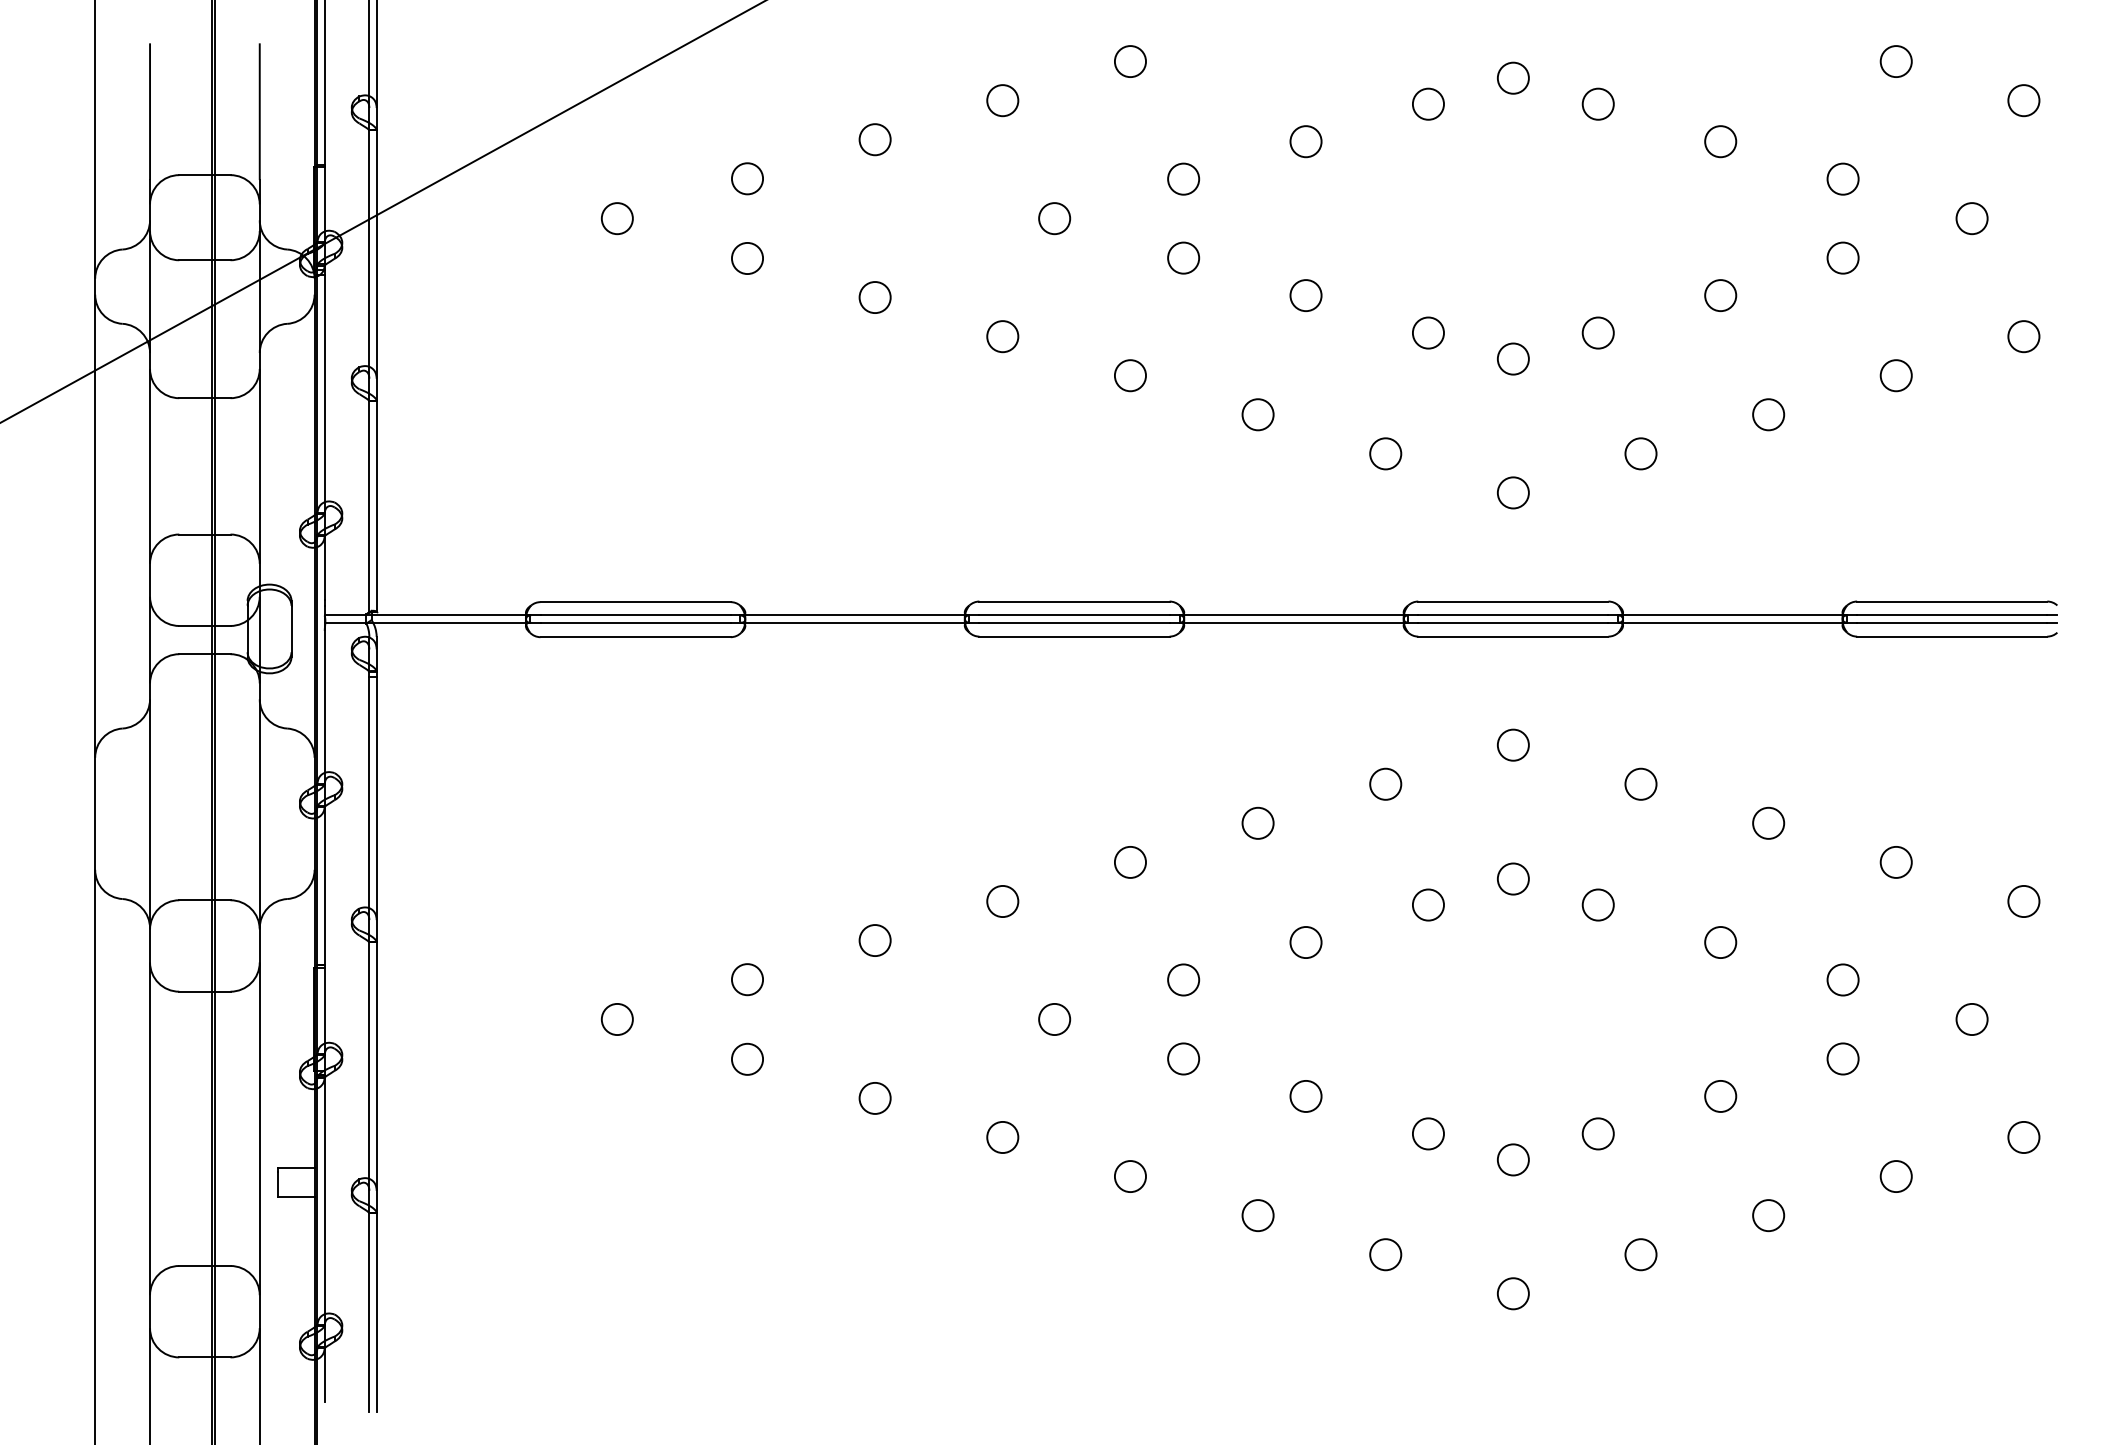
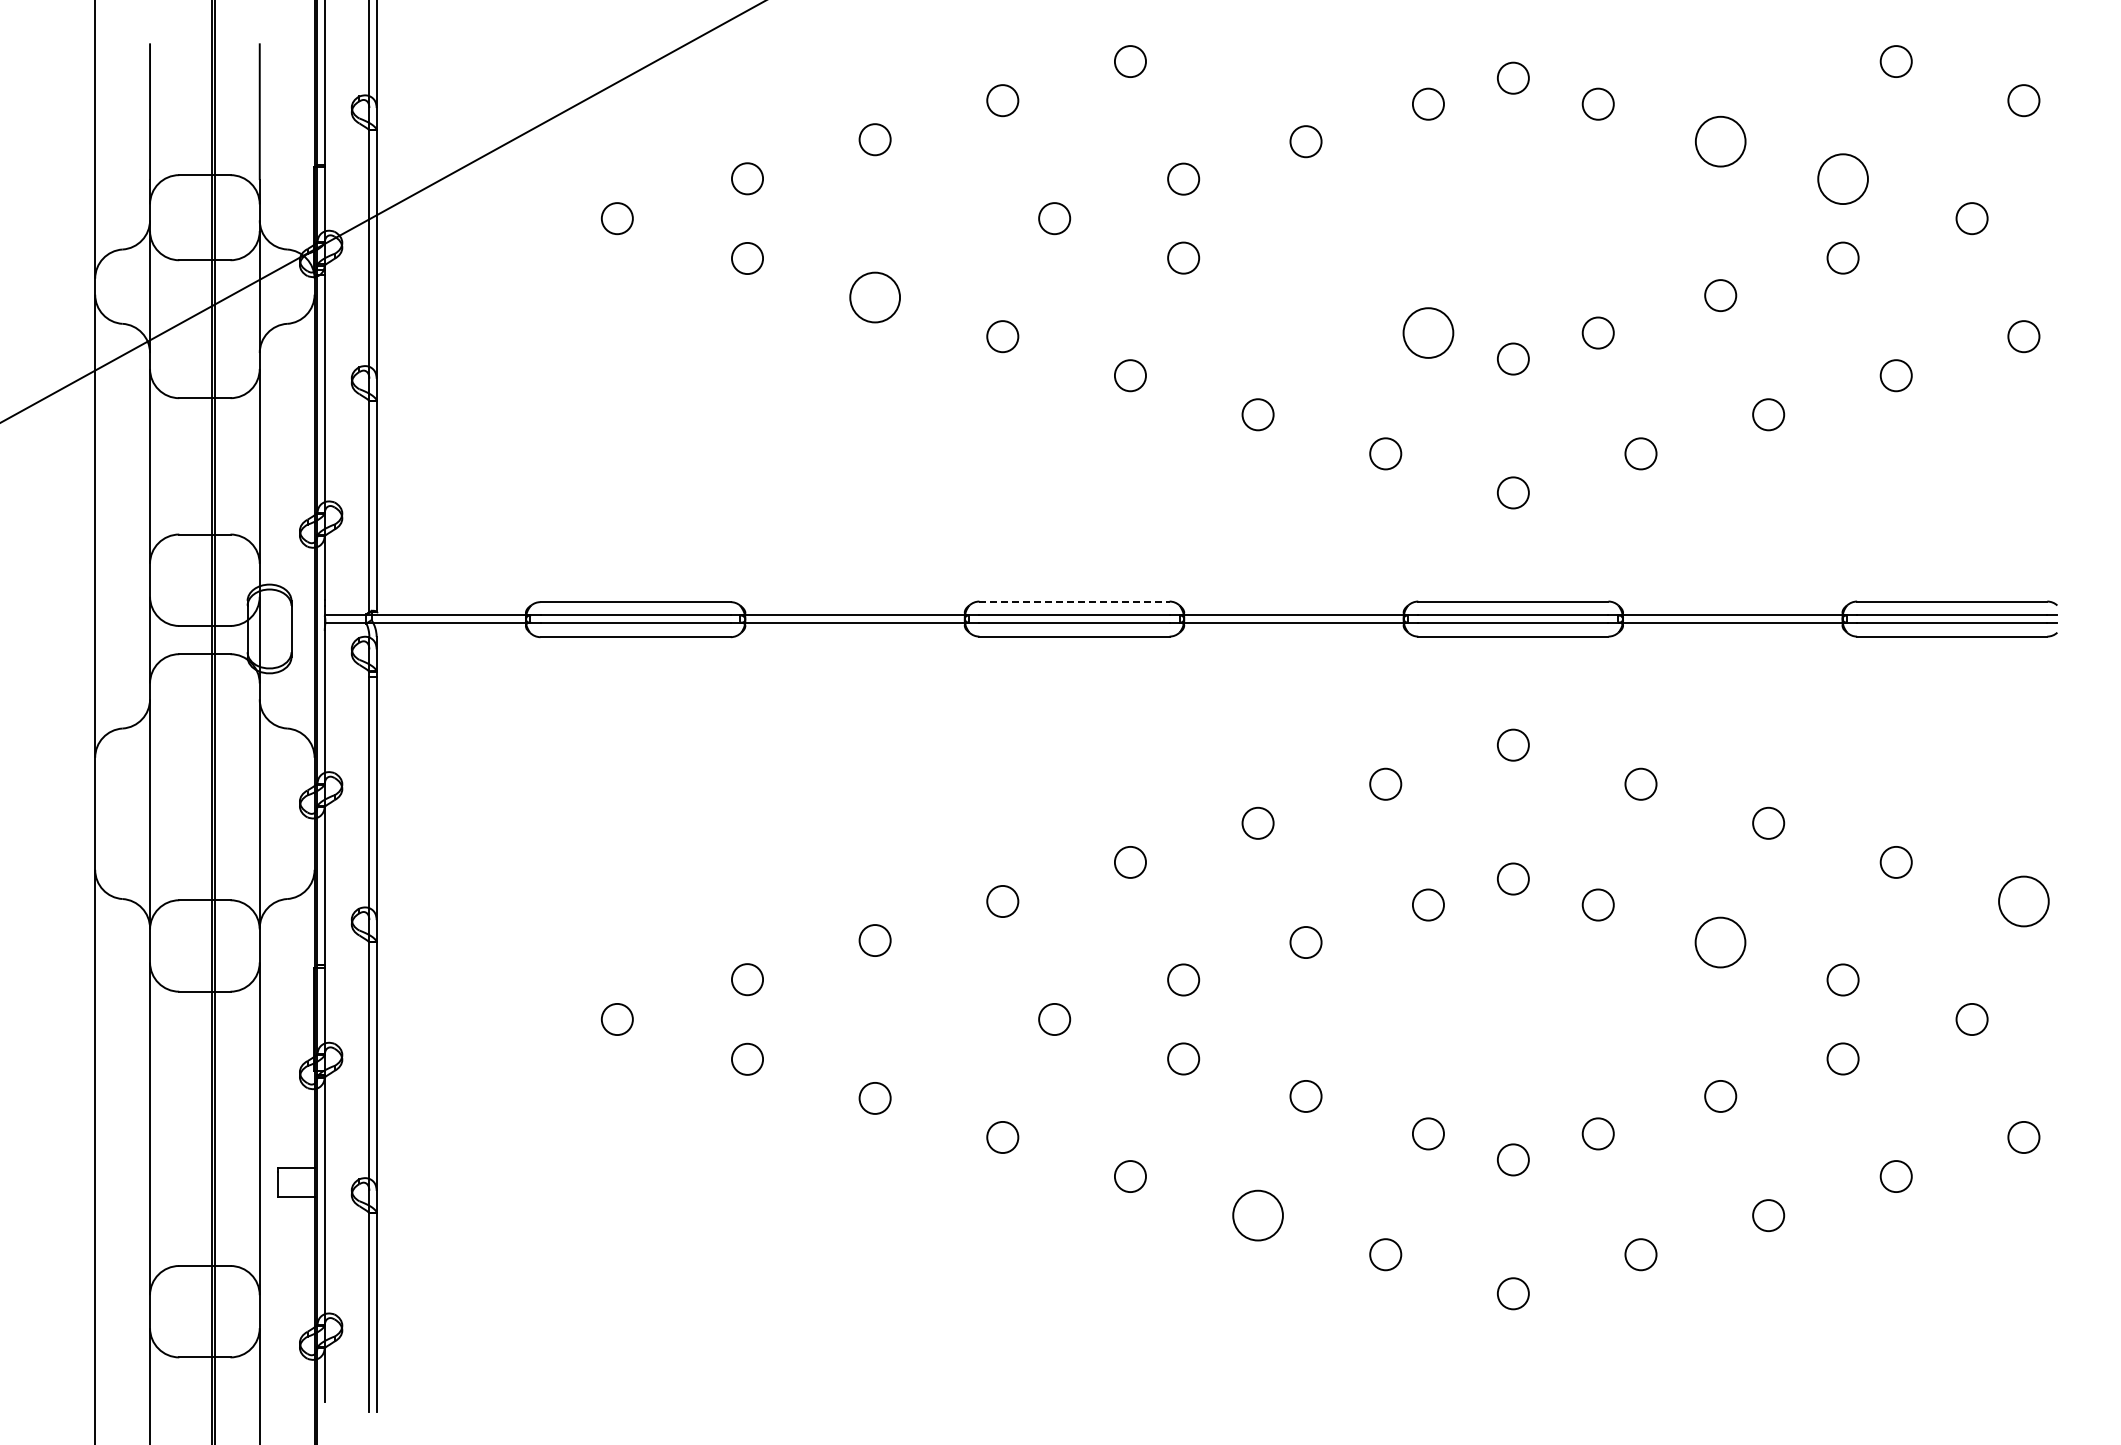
circle at (1720, 141) diameter: 31 px -> 50 px
circle at (1842, 178) diameter: 31 px -> 50 px
circle at (1305, 295): present -> none
circle at (874, 297) diameter: 31 px -> 50 px
circle at (1428, 332) diameter: 31 px -> 50 px
line at (1075, 601): solid -> dashed
circle at (2023, 901) diameter: 31 px -> 50 px
circle at (1720, 942) size: 34x33 px -> 53x53 px
circle at (1257, 1215) diameter: 31 px -> 50 px
